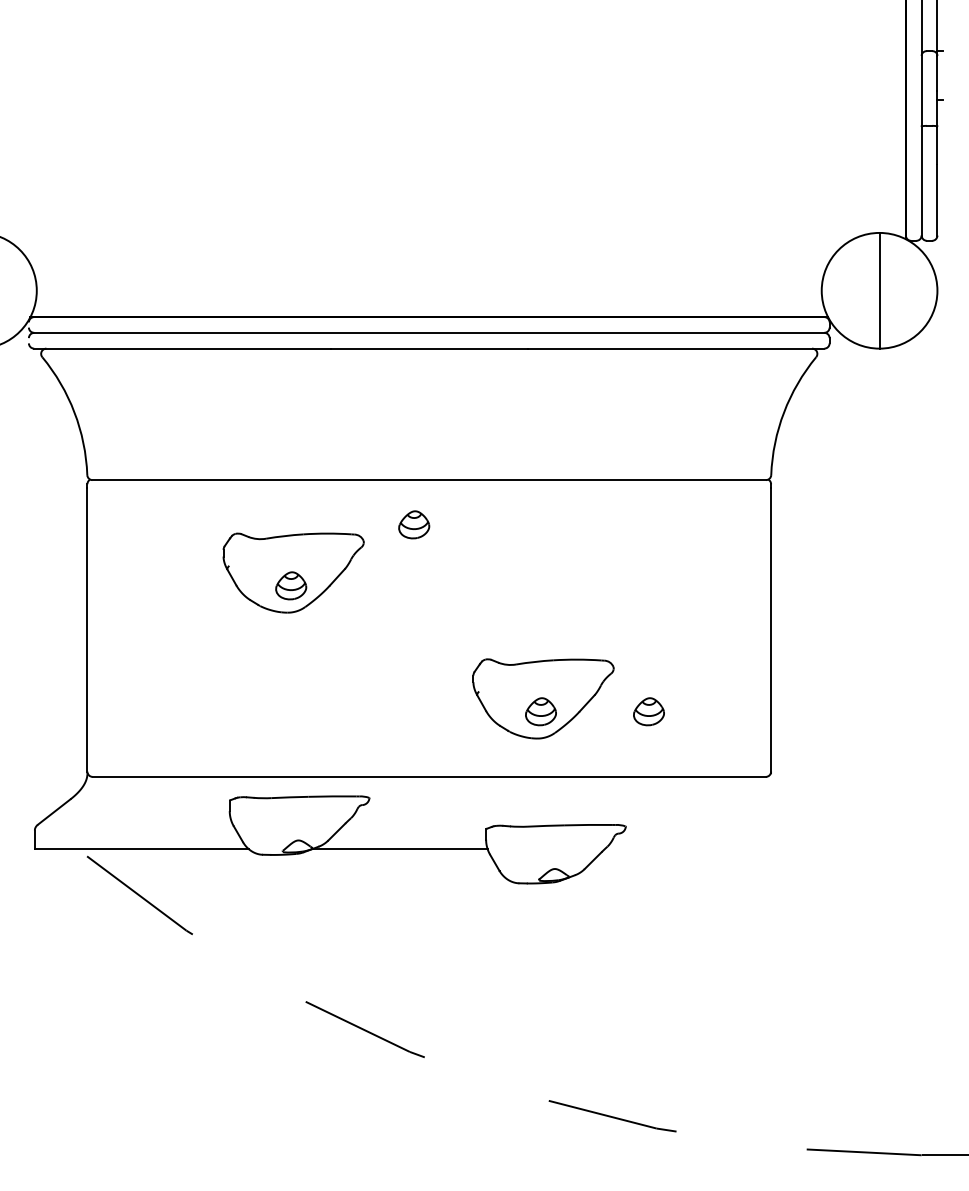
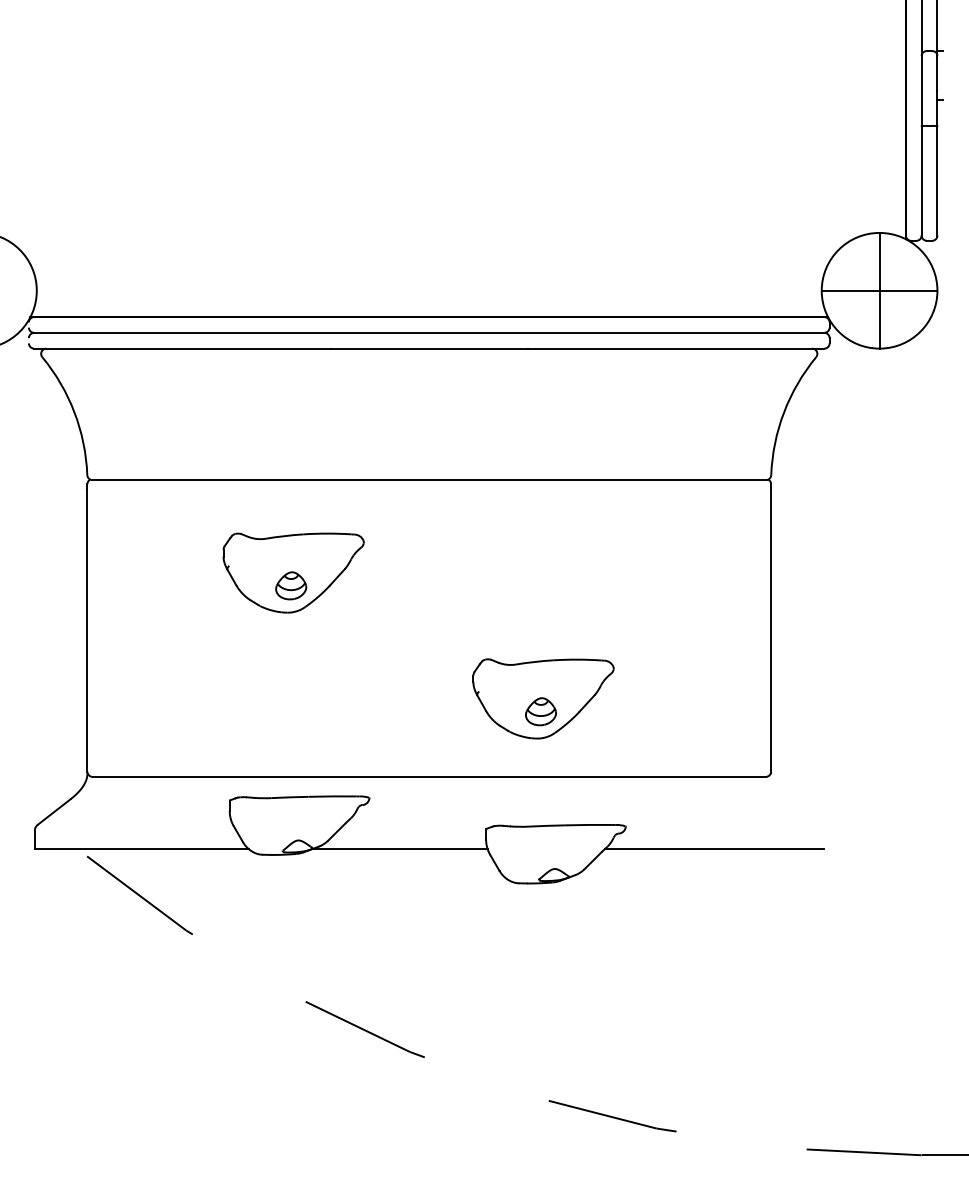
line at (879, 290): none -> present
part at (414, 524): present -> none
part at (648, 711): present -> none
line at (713, 849): none -> present
